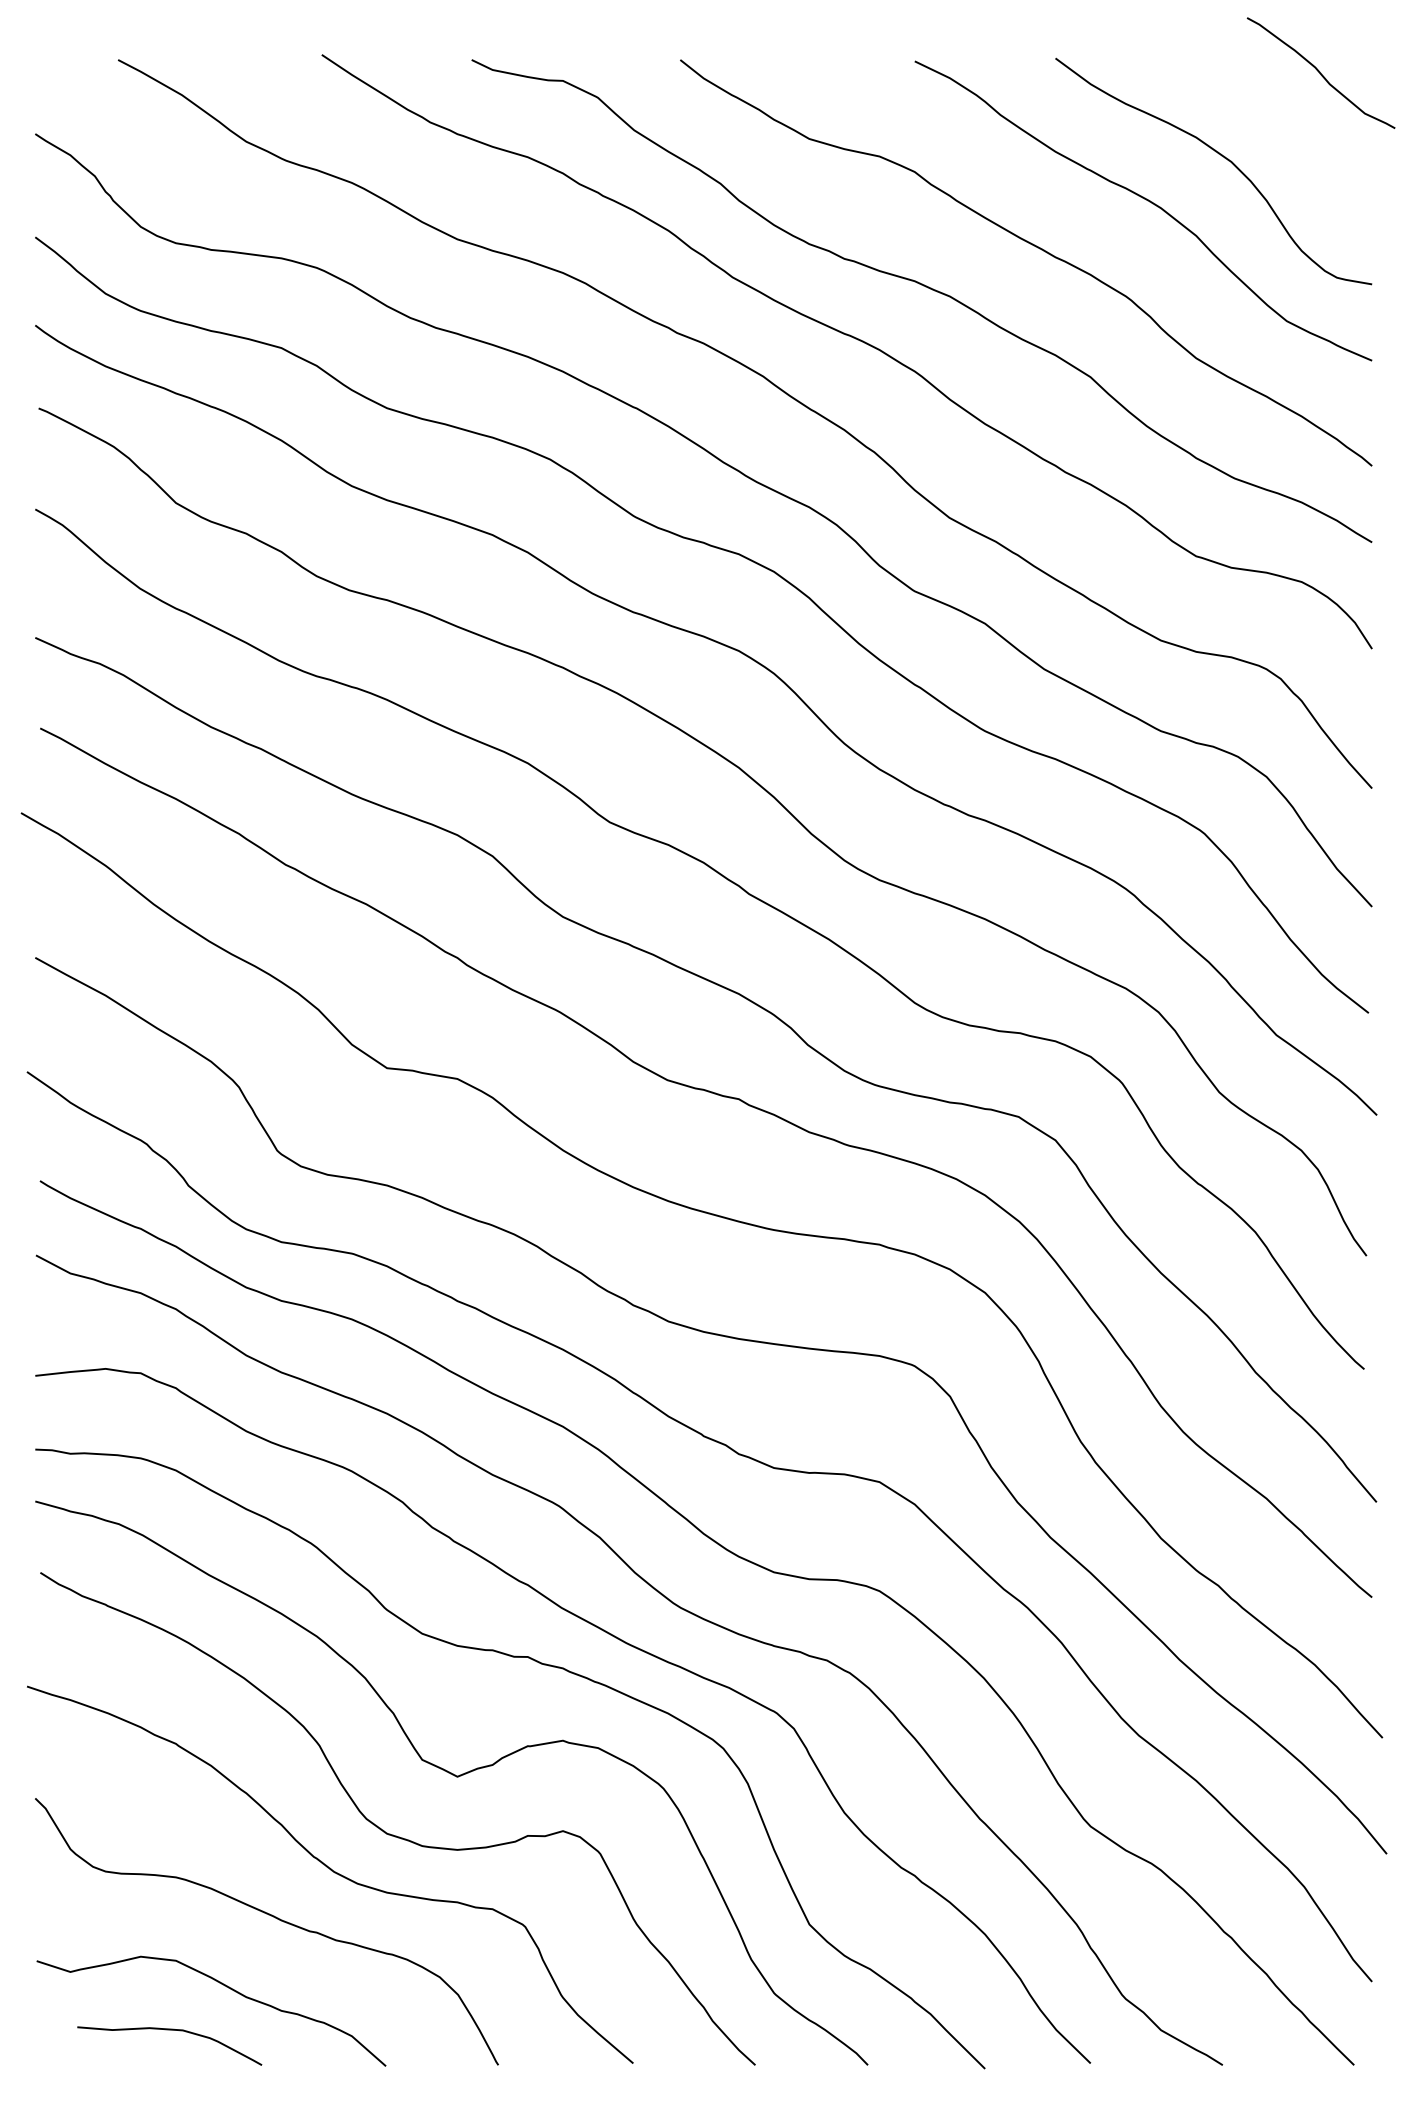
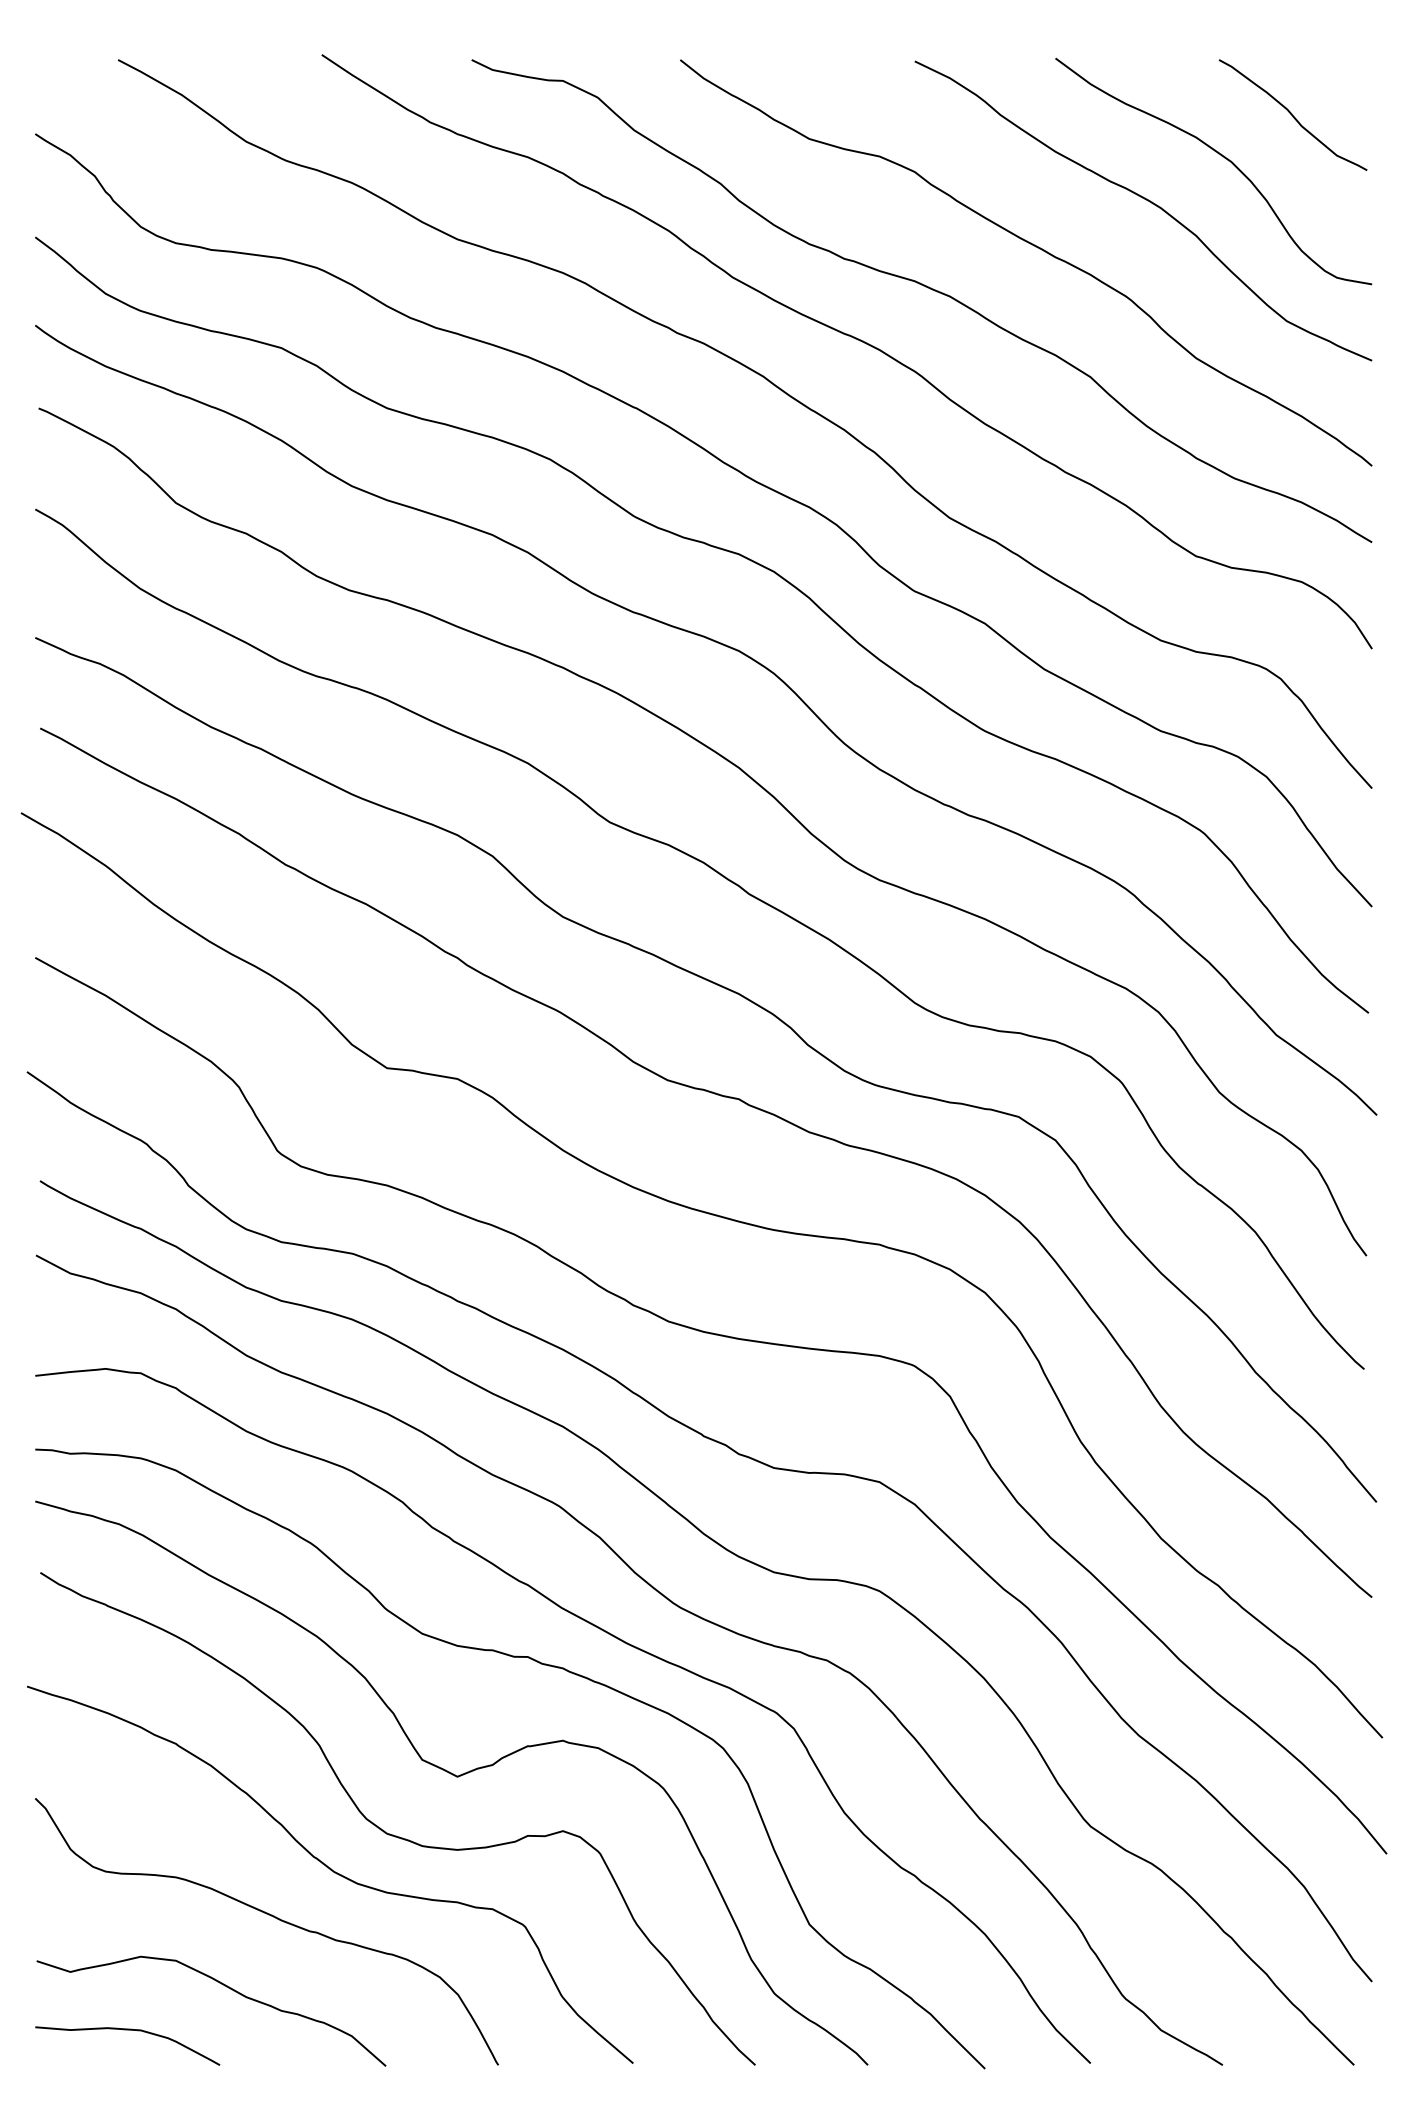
curve at (1320, 72) position: (1320, 72) -> (1292, 114)
curve at (169, 2030) position: (169, 2030) -> (127, 2030)
